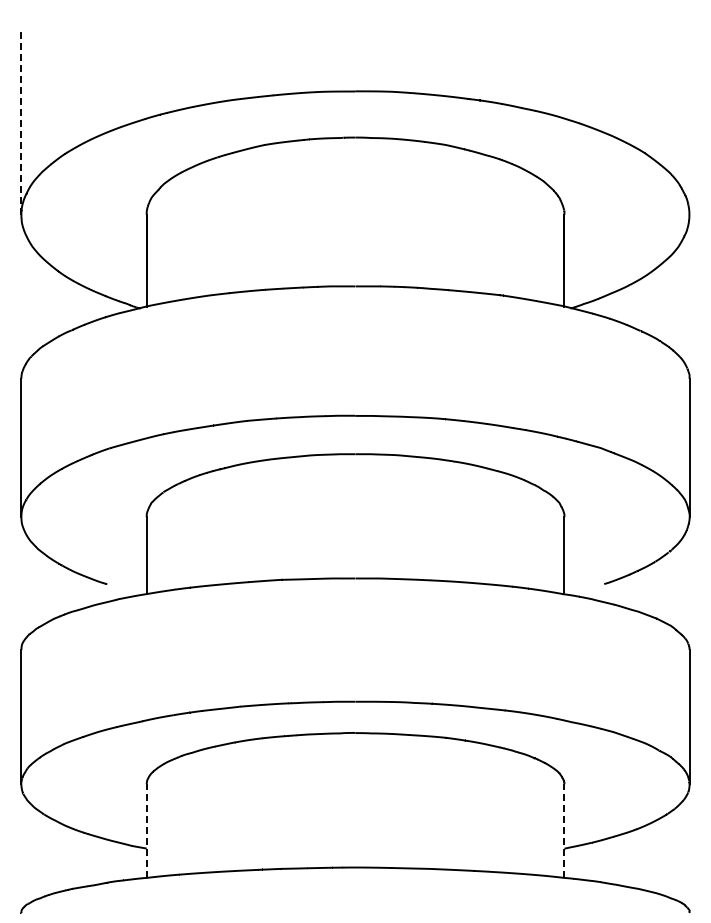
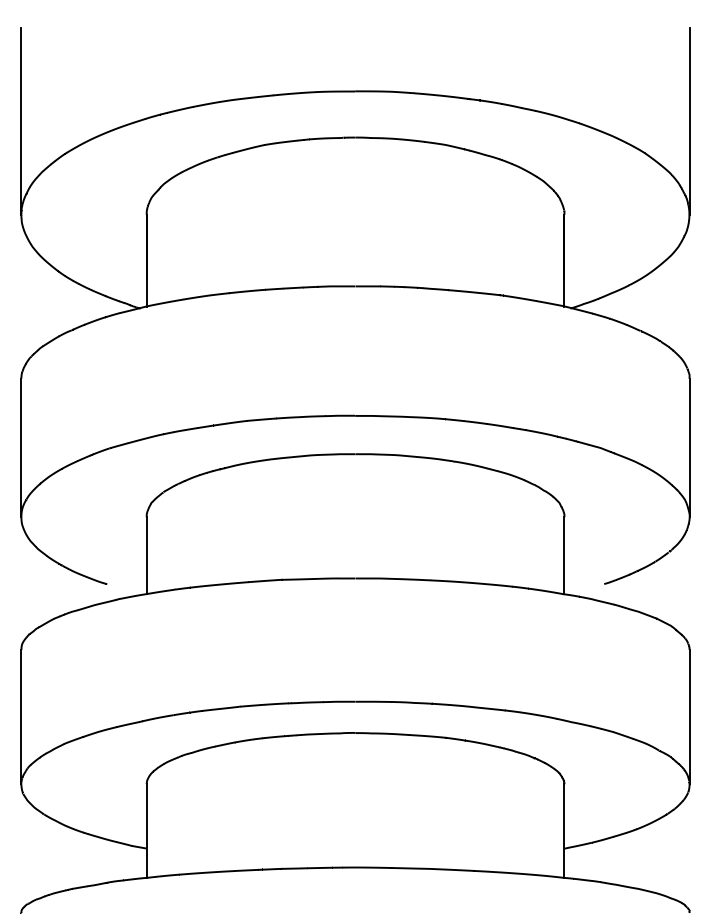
line at (689, 120): none -> present
line at (21, 121): dashed -> solid
line at (146, 830): dashed -> solid
line at (564, 830): dashed -> solid
